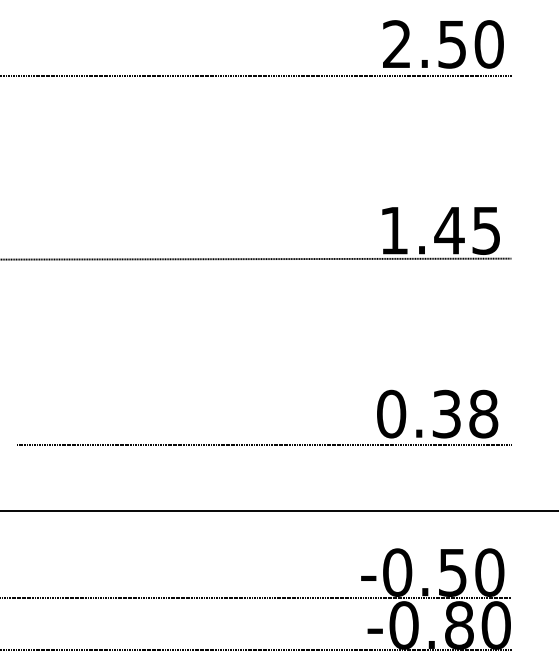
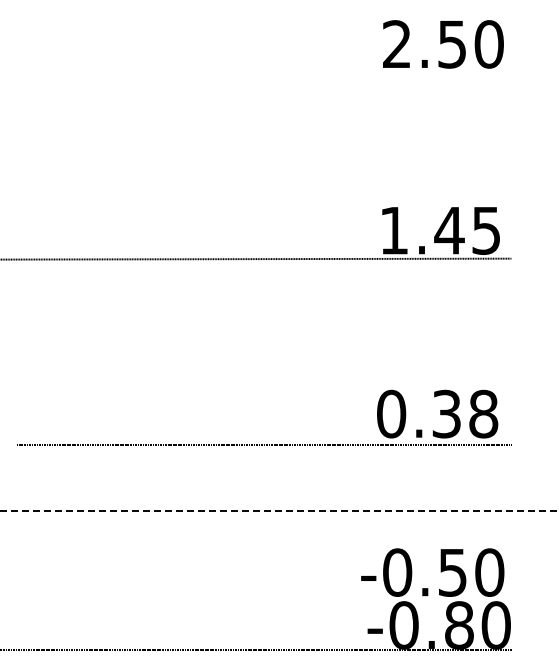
line at (256, 76): present -> none
line at (279, 510): solid -> dashed
line at (256, 597): present -> none
